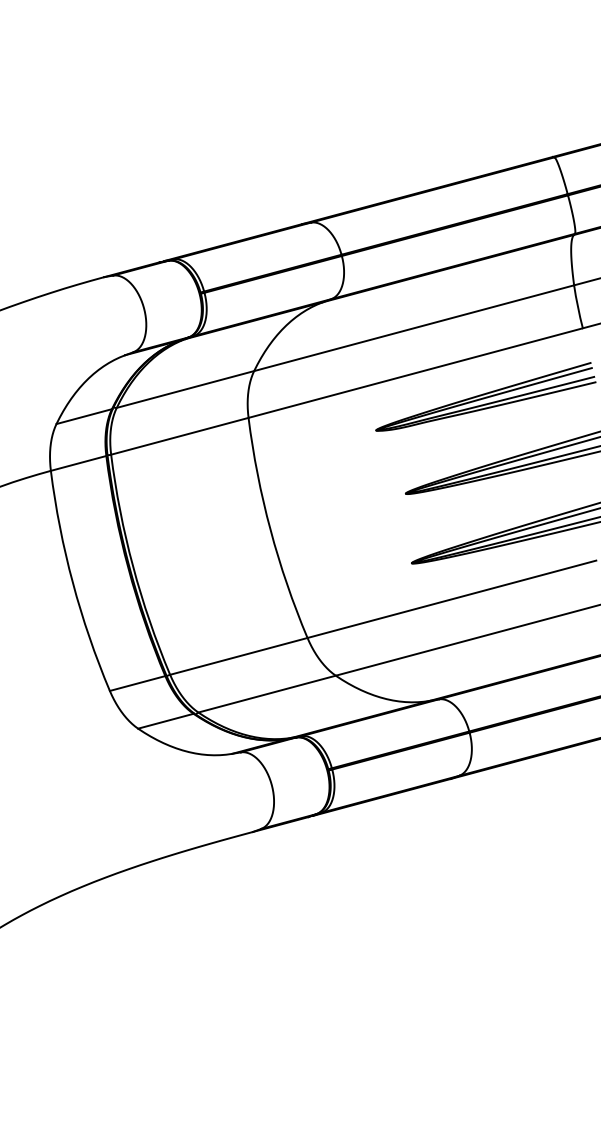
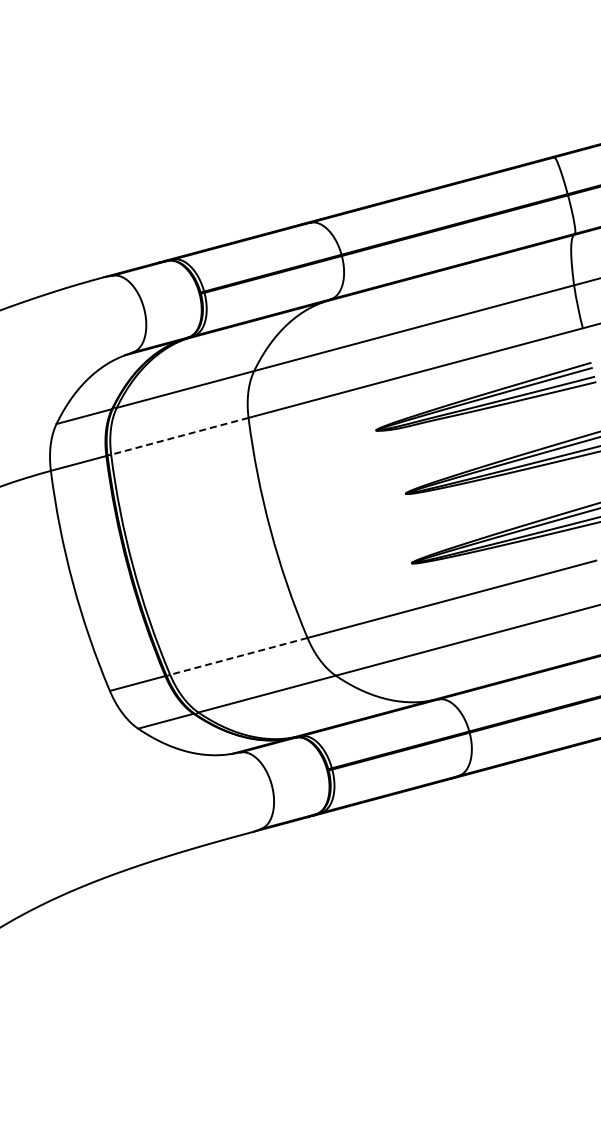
line at (179, 436): solid -> dashed
line at (238, 656): solid -> dashed
